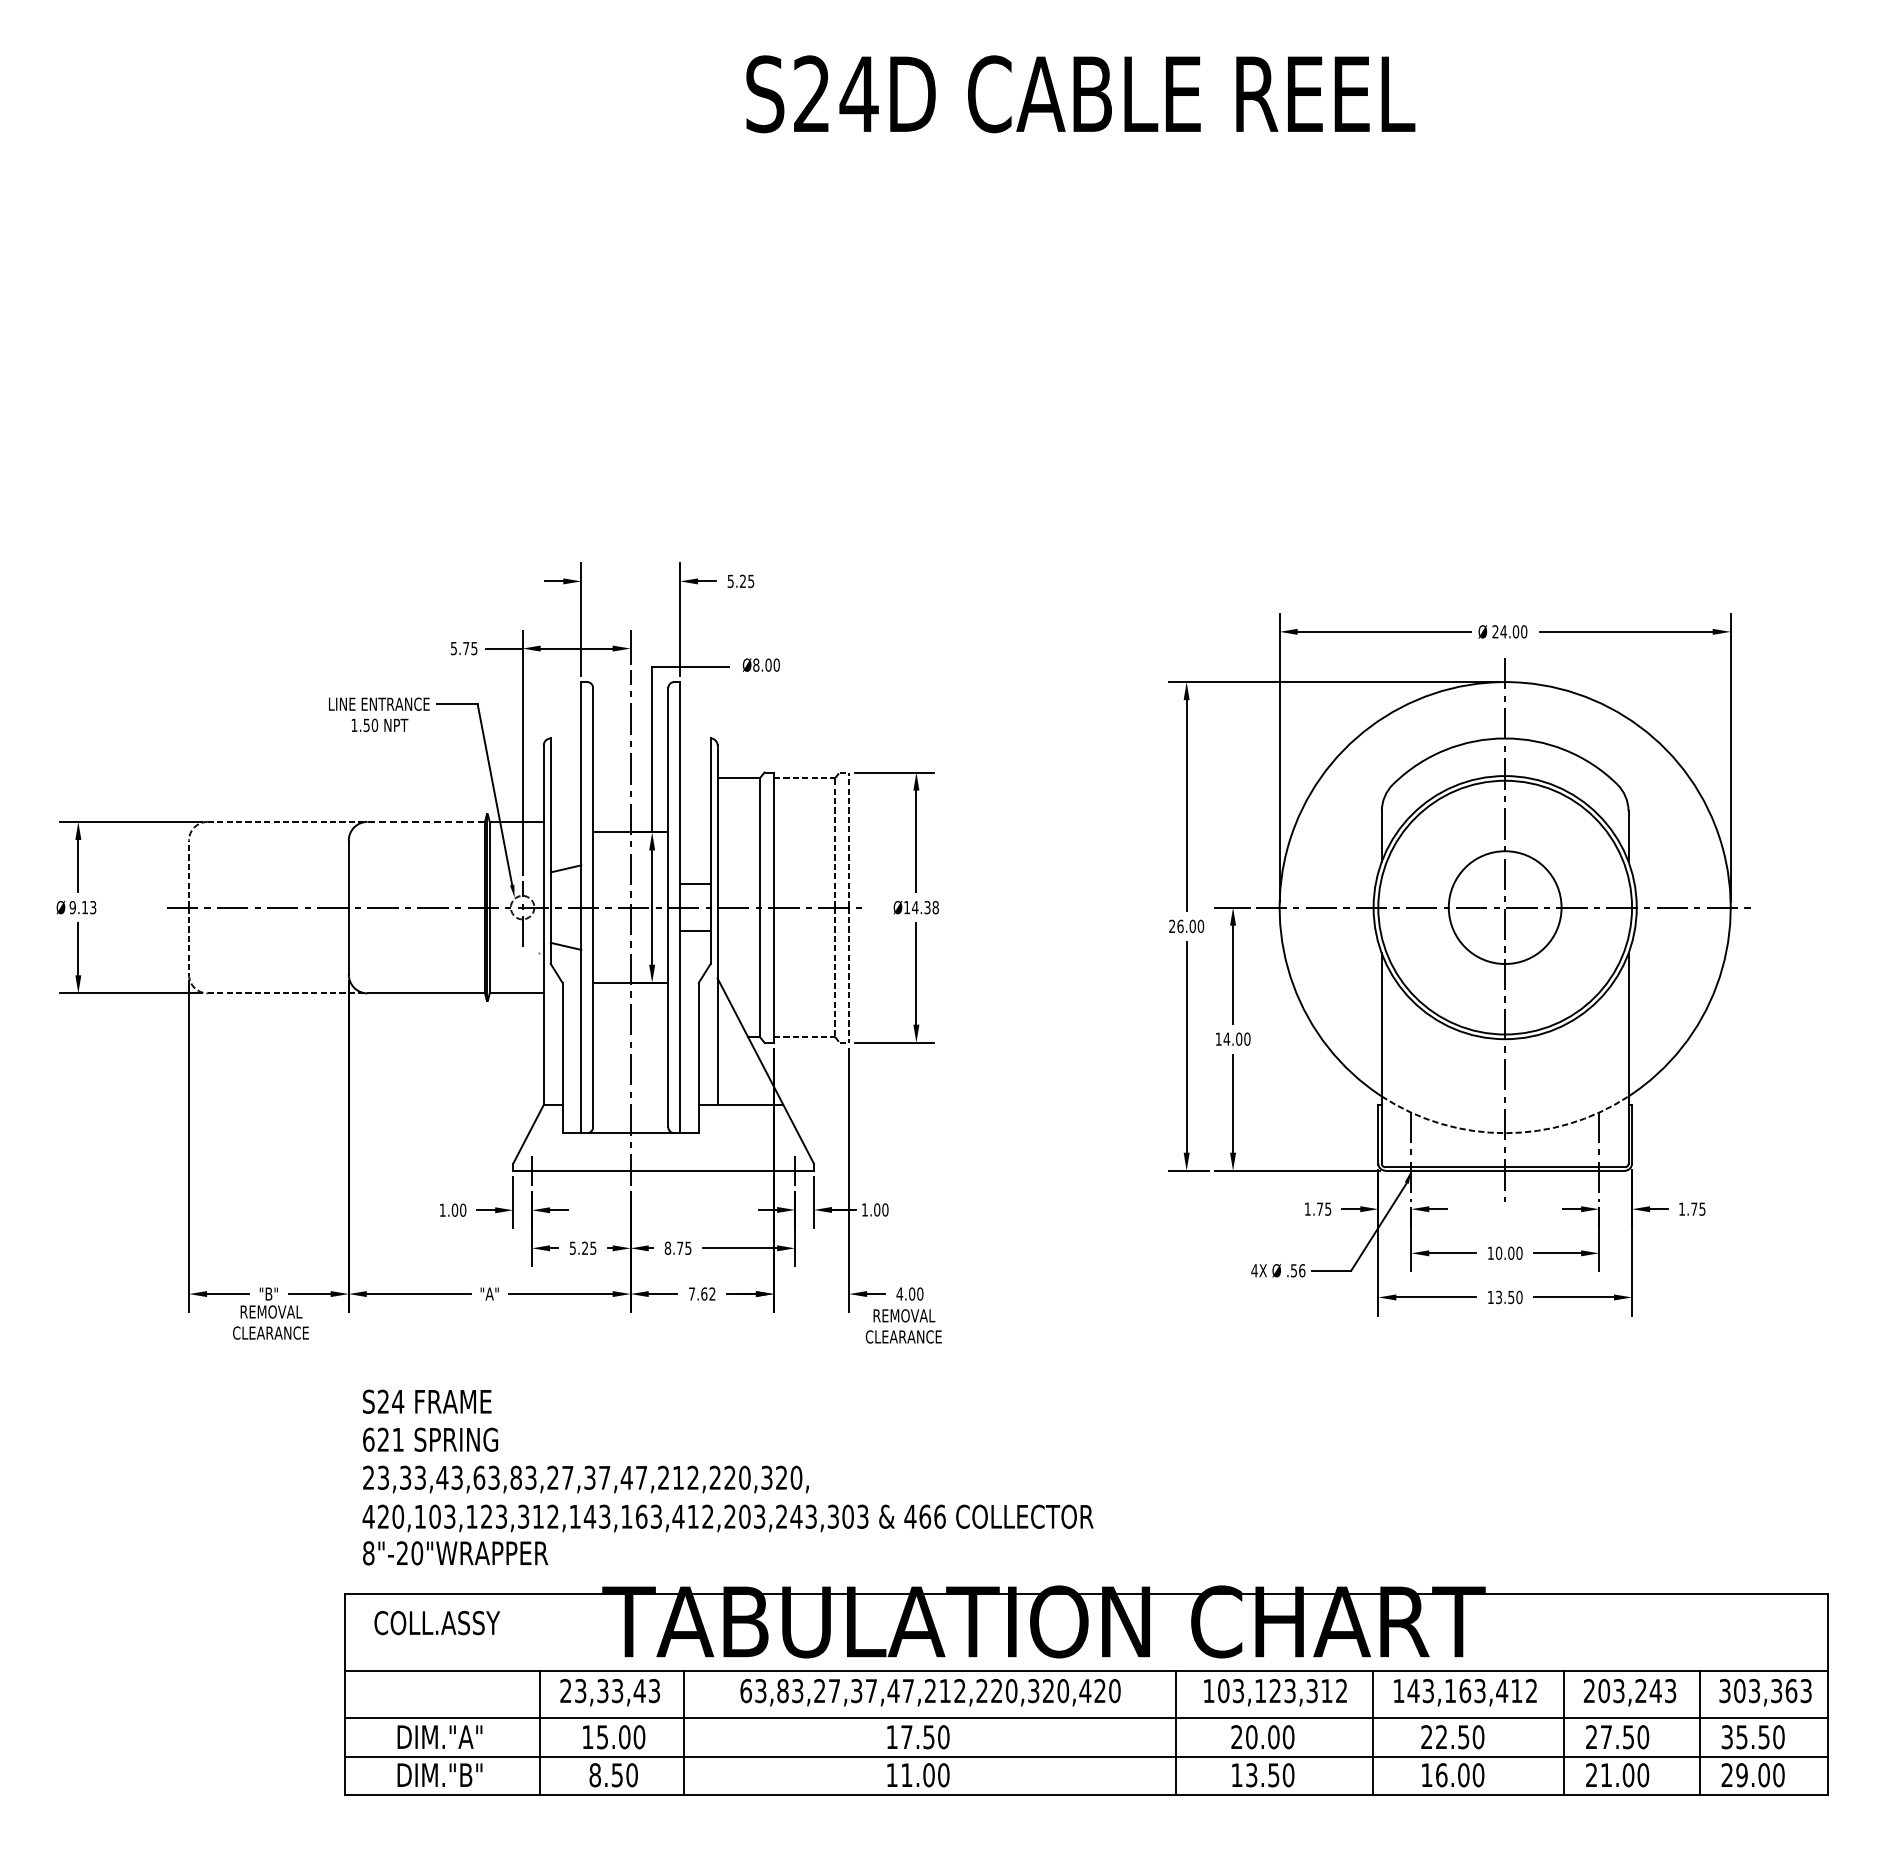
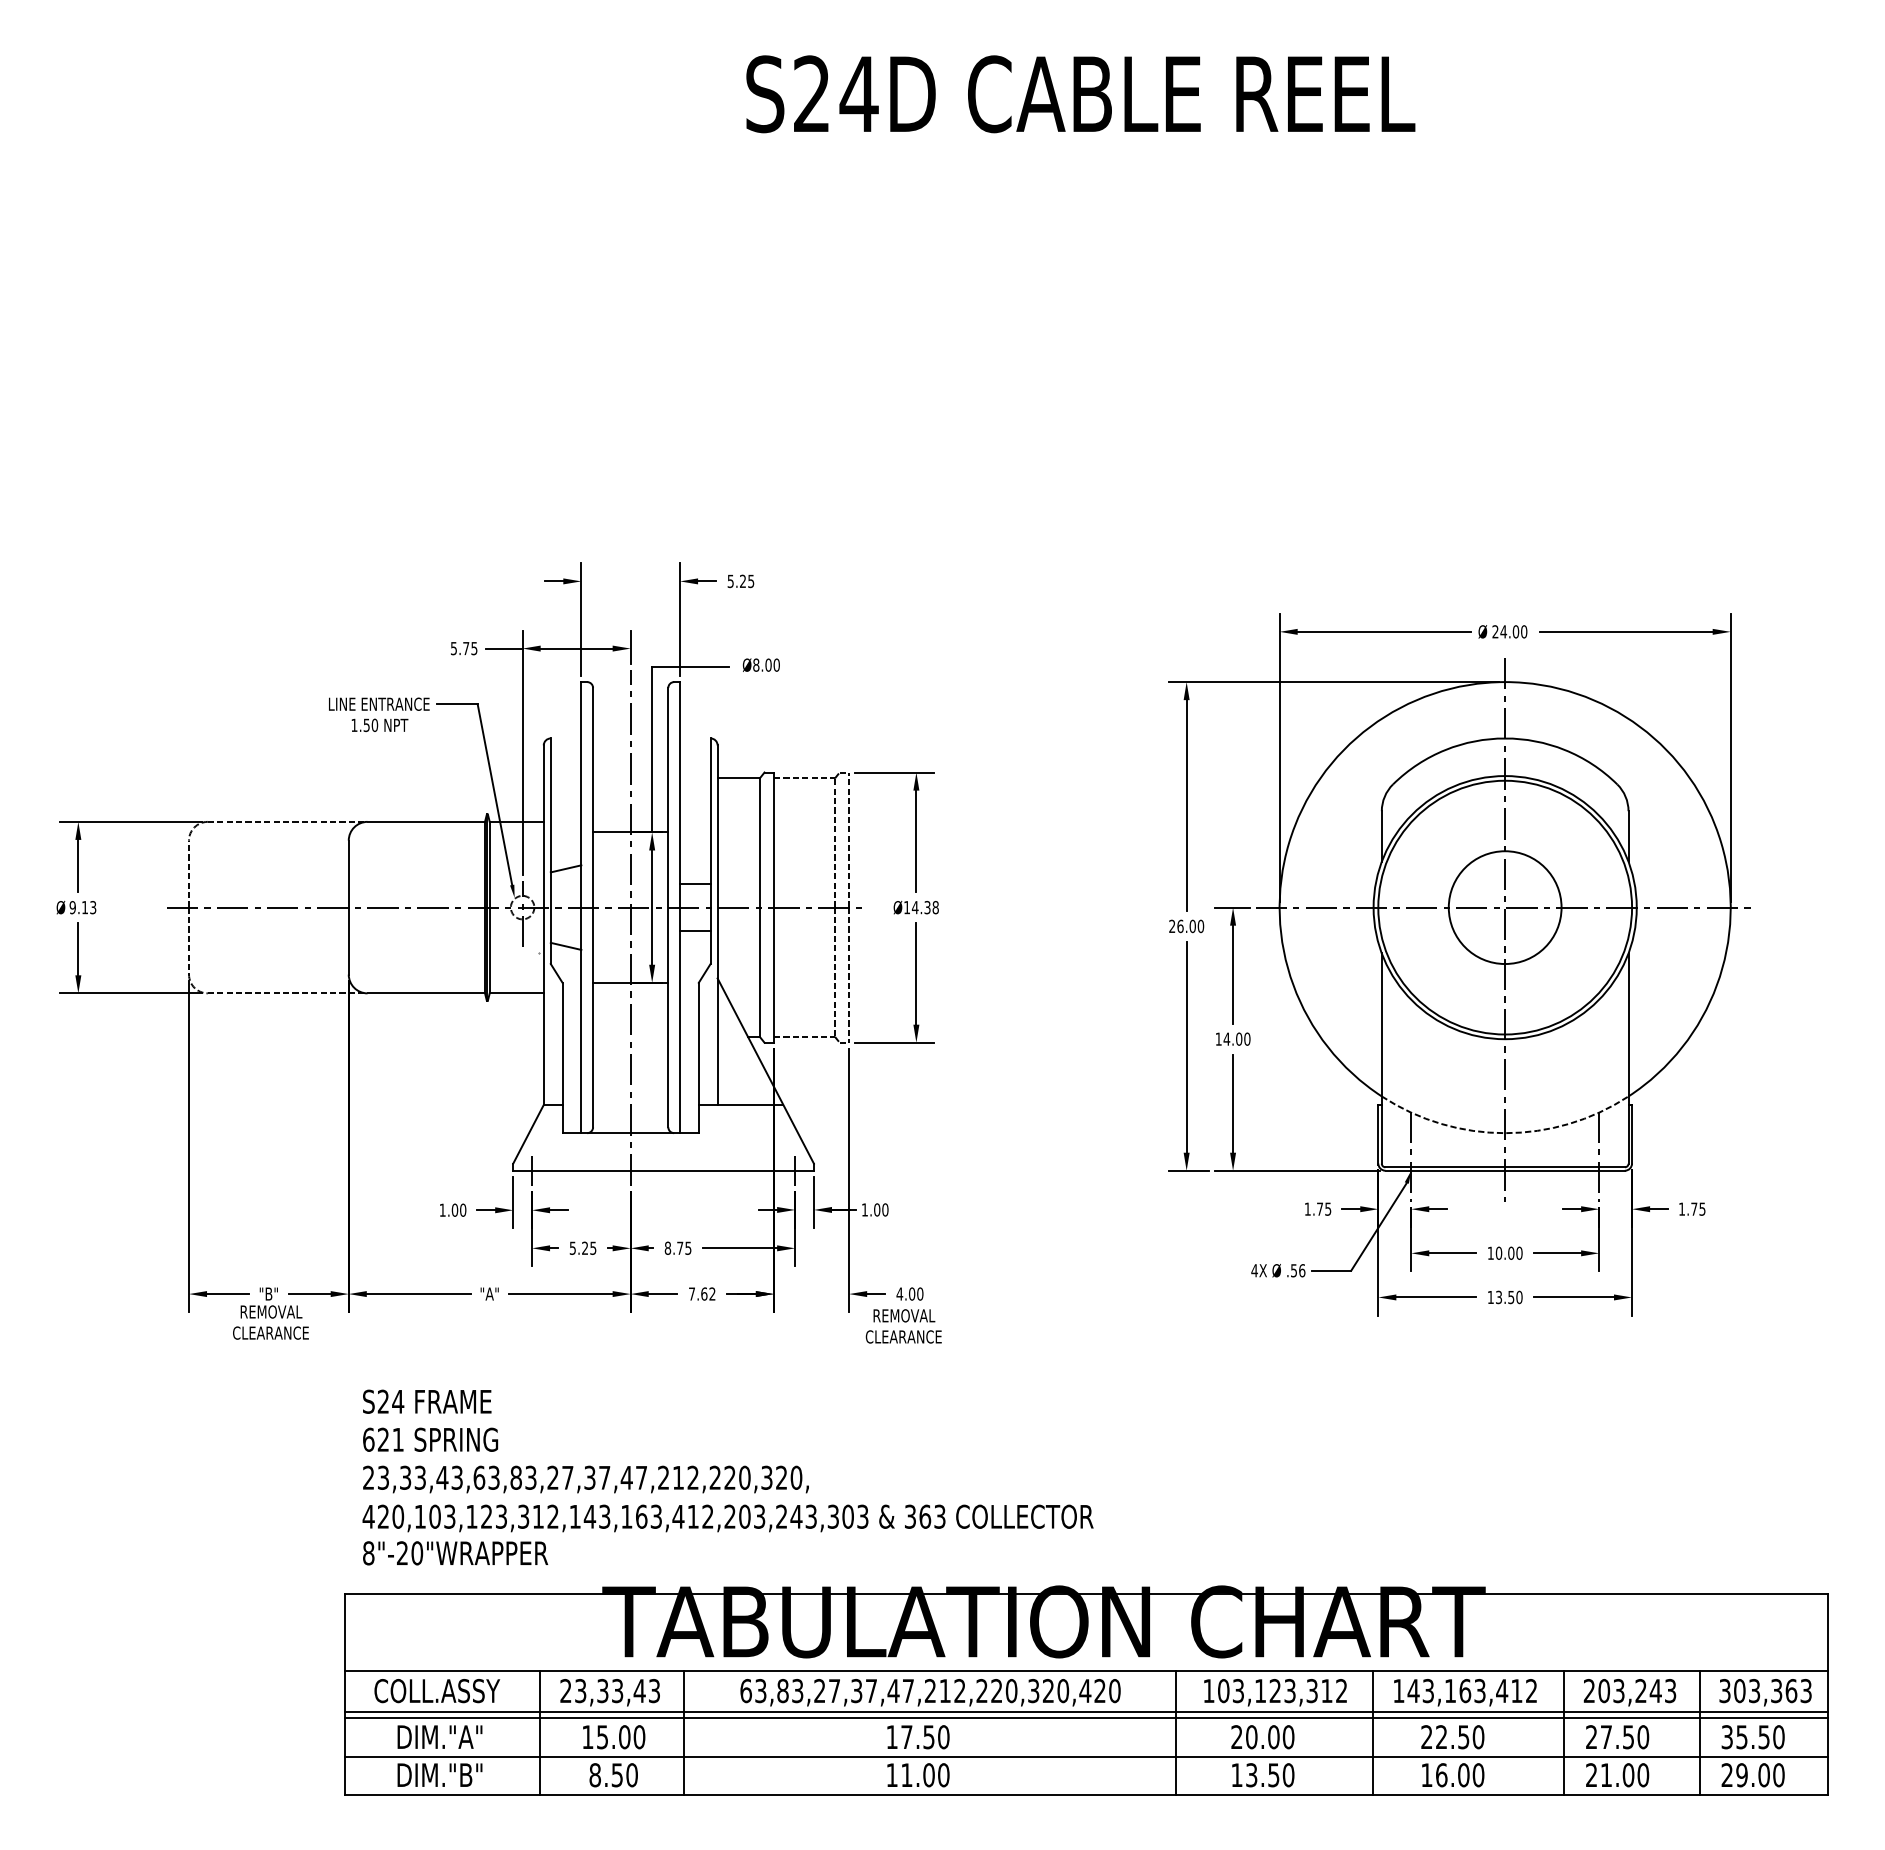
line at (426, 821): dashed -> solid
text at (924, 1516): 466 -> 363
text at (437, 1623) position: (437, 1623) -> (437, 1691)
line at (1086, 1711): none -> present
